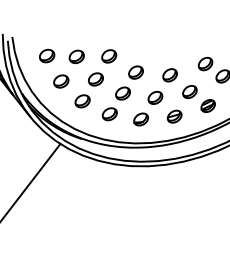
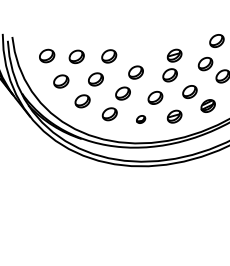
part at (216, 40): none -> present
part at (174, 55): none -> present
part at (140, 119) size: 16x15 px -> 11x9 px
line at (31, 181): present -> none
